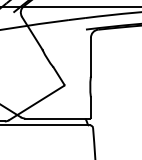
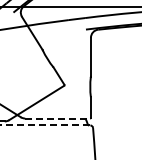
line at (58, 118): solid -> dashed
line at (45, 125): solid -> dashed
